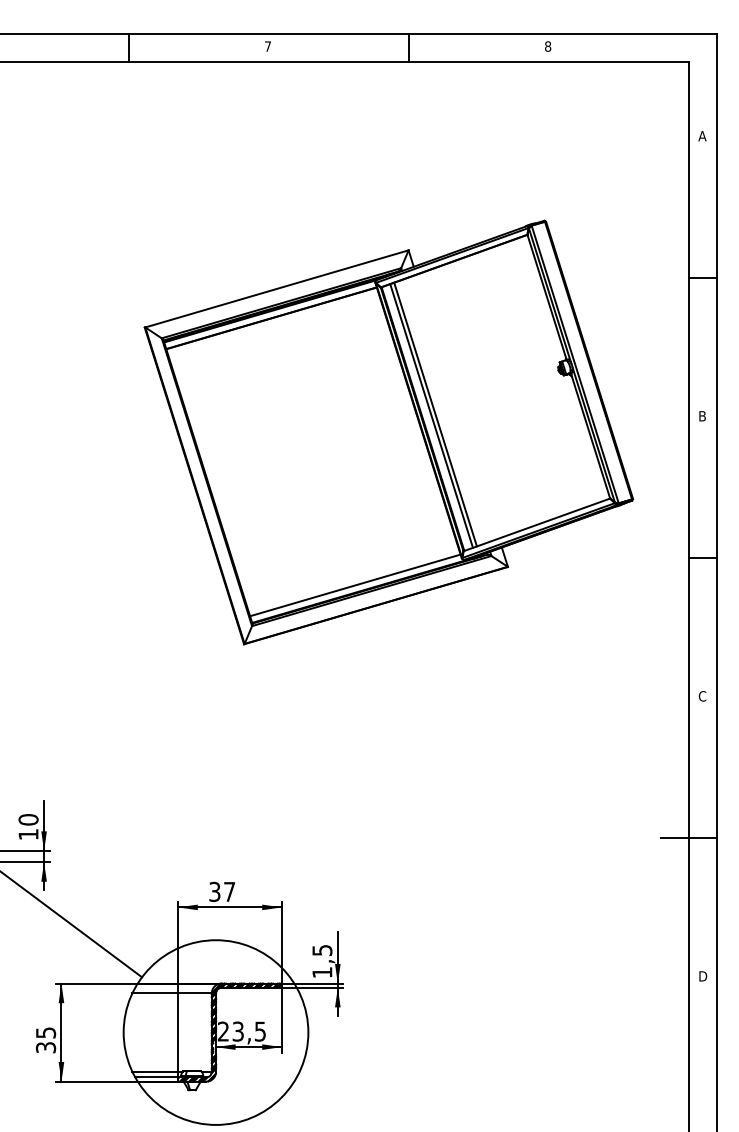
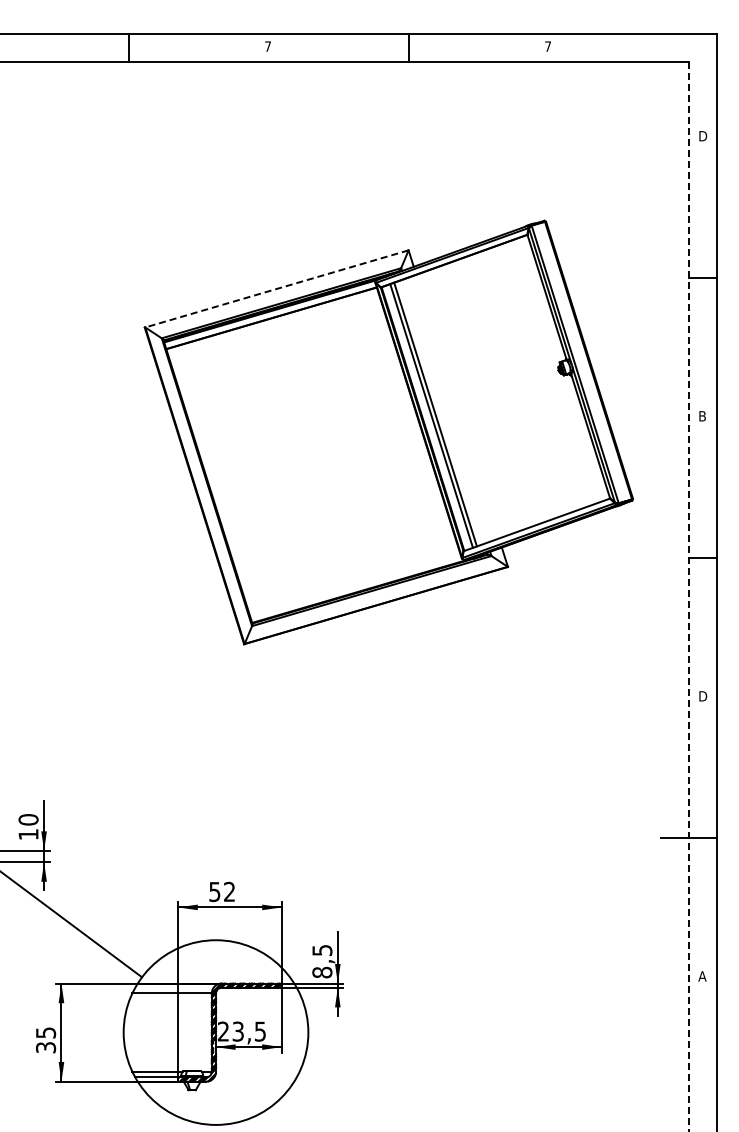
text at (548, 46): 8 -> 7
text at (702, 136): A -> D
line at (276, 289): solid -> dashed
line at (355, 585): present -> none
line at (688, 596): solid -> dashed
text at (702, 696): C -> D
text at (222, 891): 37 -> 52
text at (322, 972): 1,5 -> 8,5
text at (702, 976): D -> A
